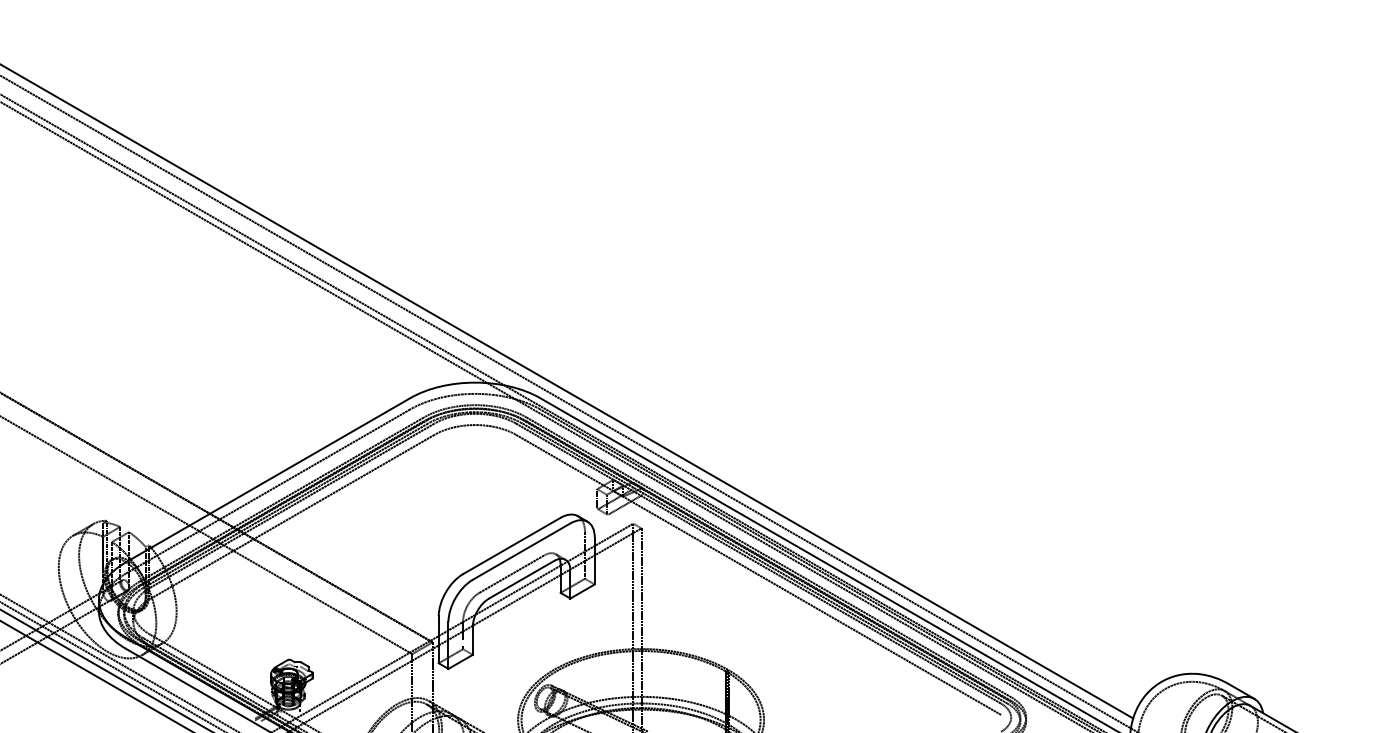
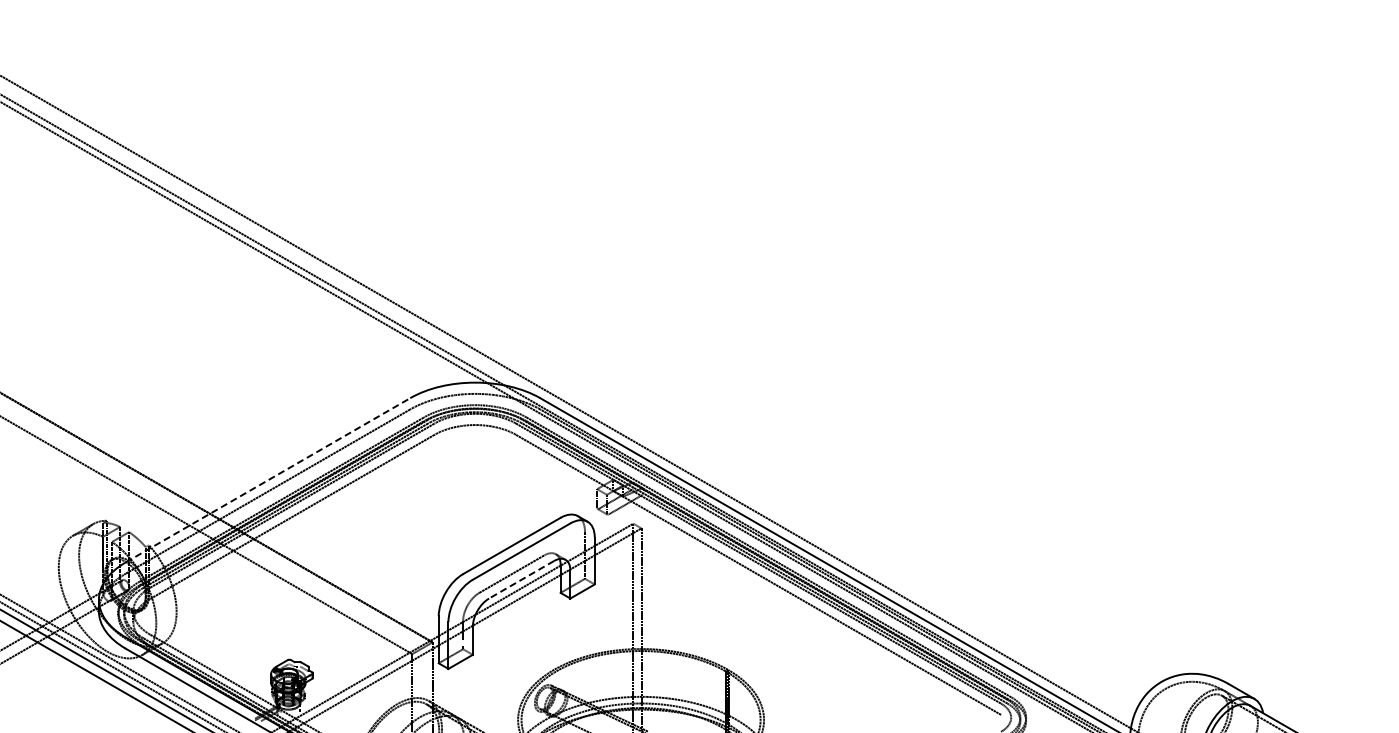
line at (567, 391): present -> none
line at (268, 480): solid -> dashed
line at (521, 579): solid -> dashed
